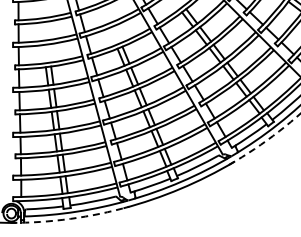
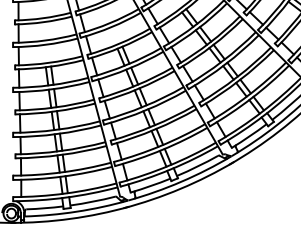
arc at (267, 140): dashed -> solid
arc at (70, 218): dashed -> solid
